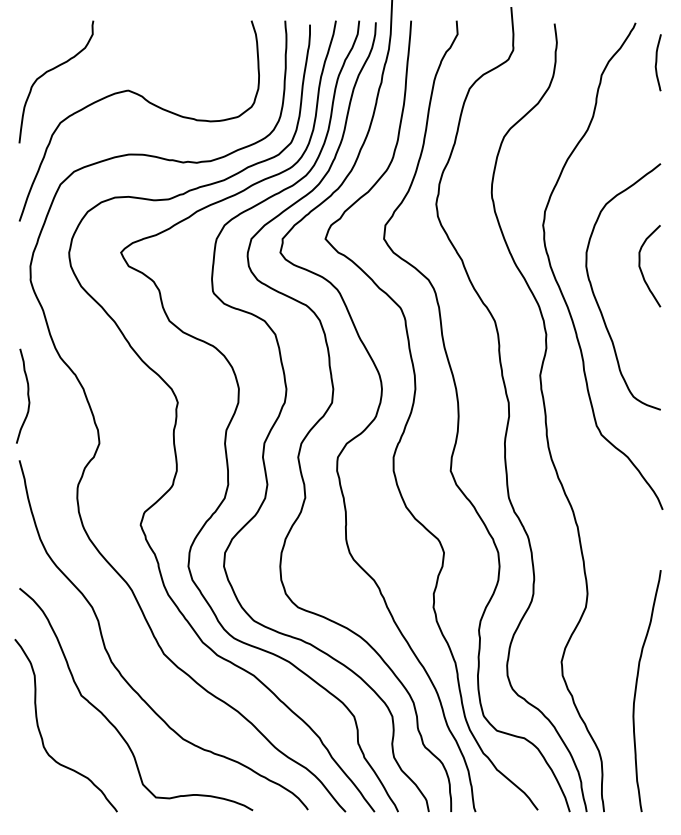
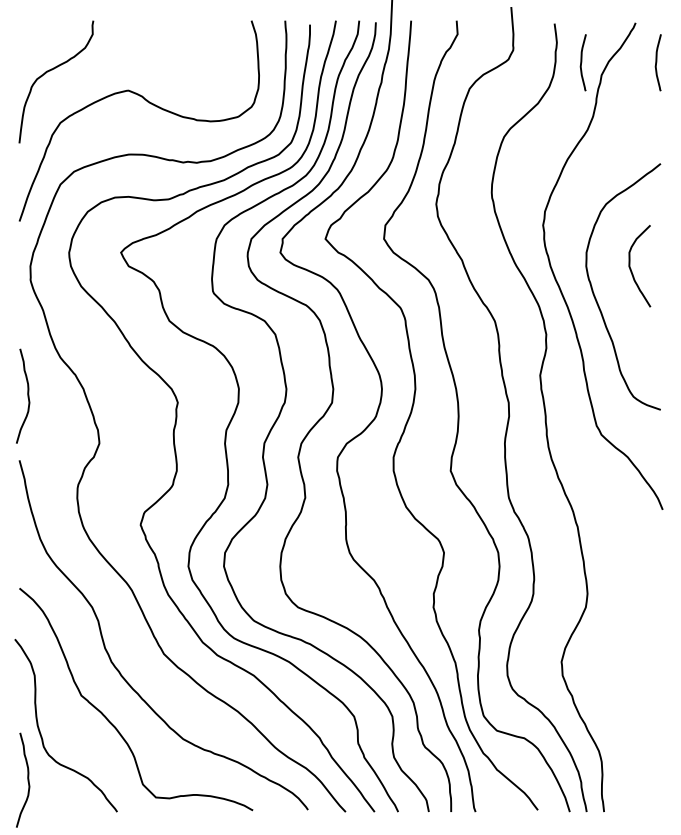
curve at (582, 62): none -> present
curve at (641, 268) position: (641, 268) -> (631, 268)
curve at (636, 691): present -> none
curve at (27, 779): none -> present
